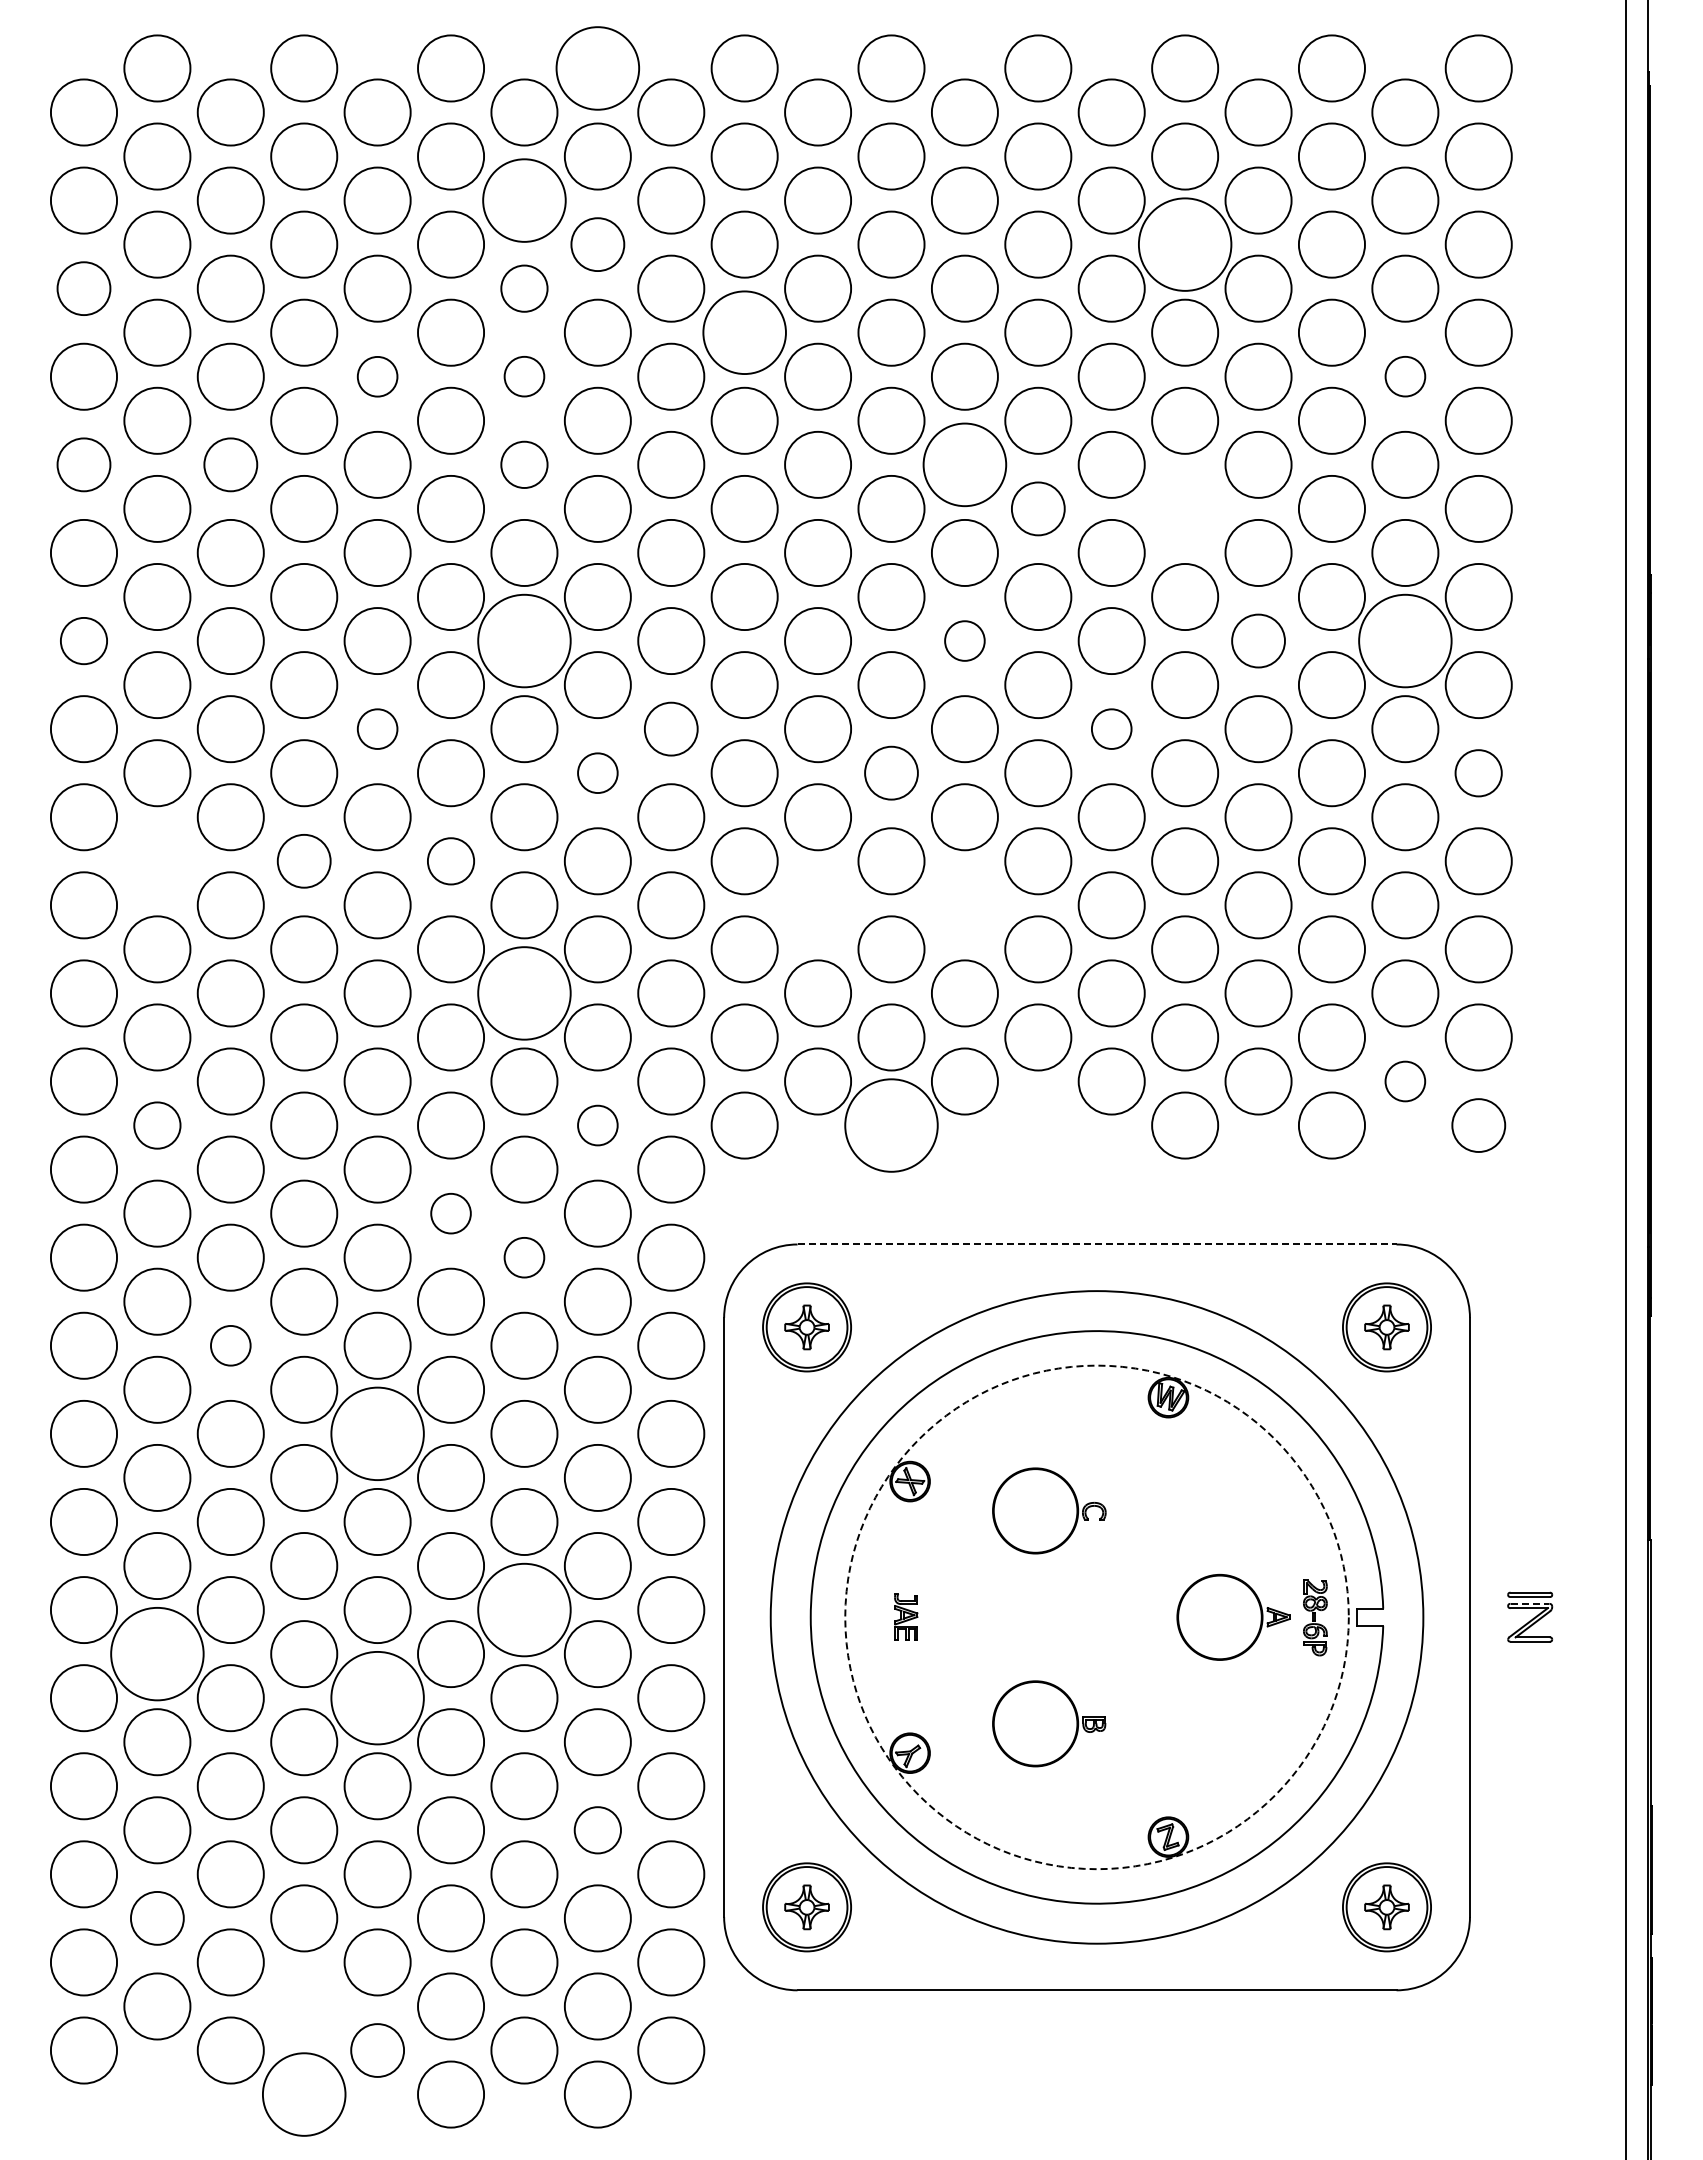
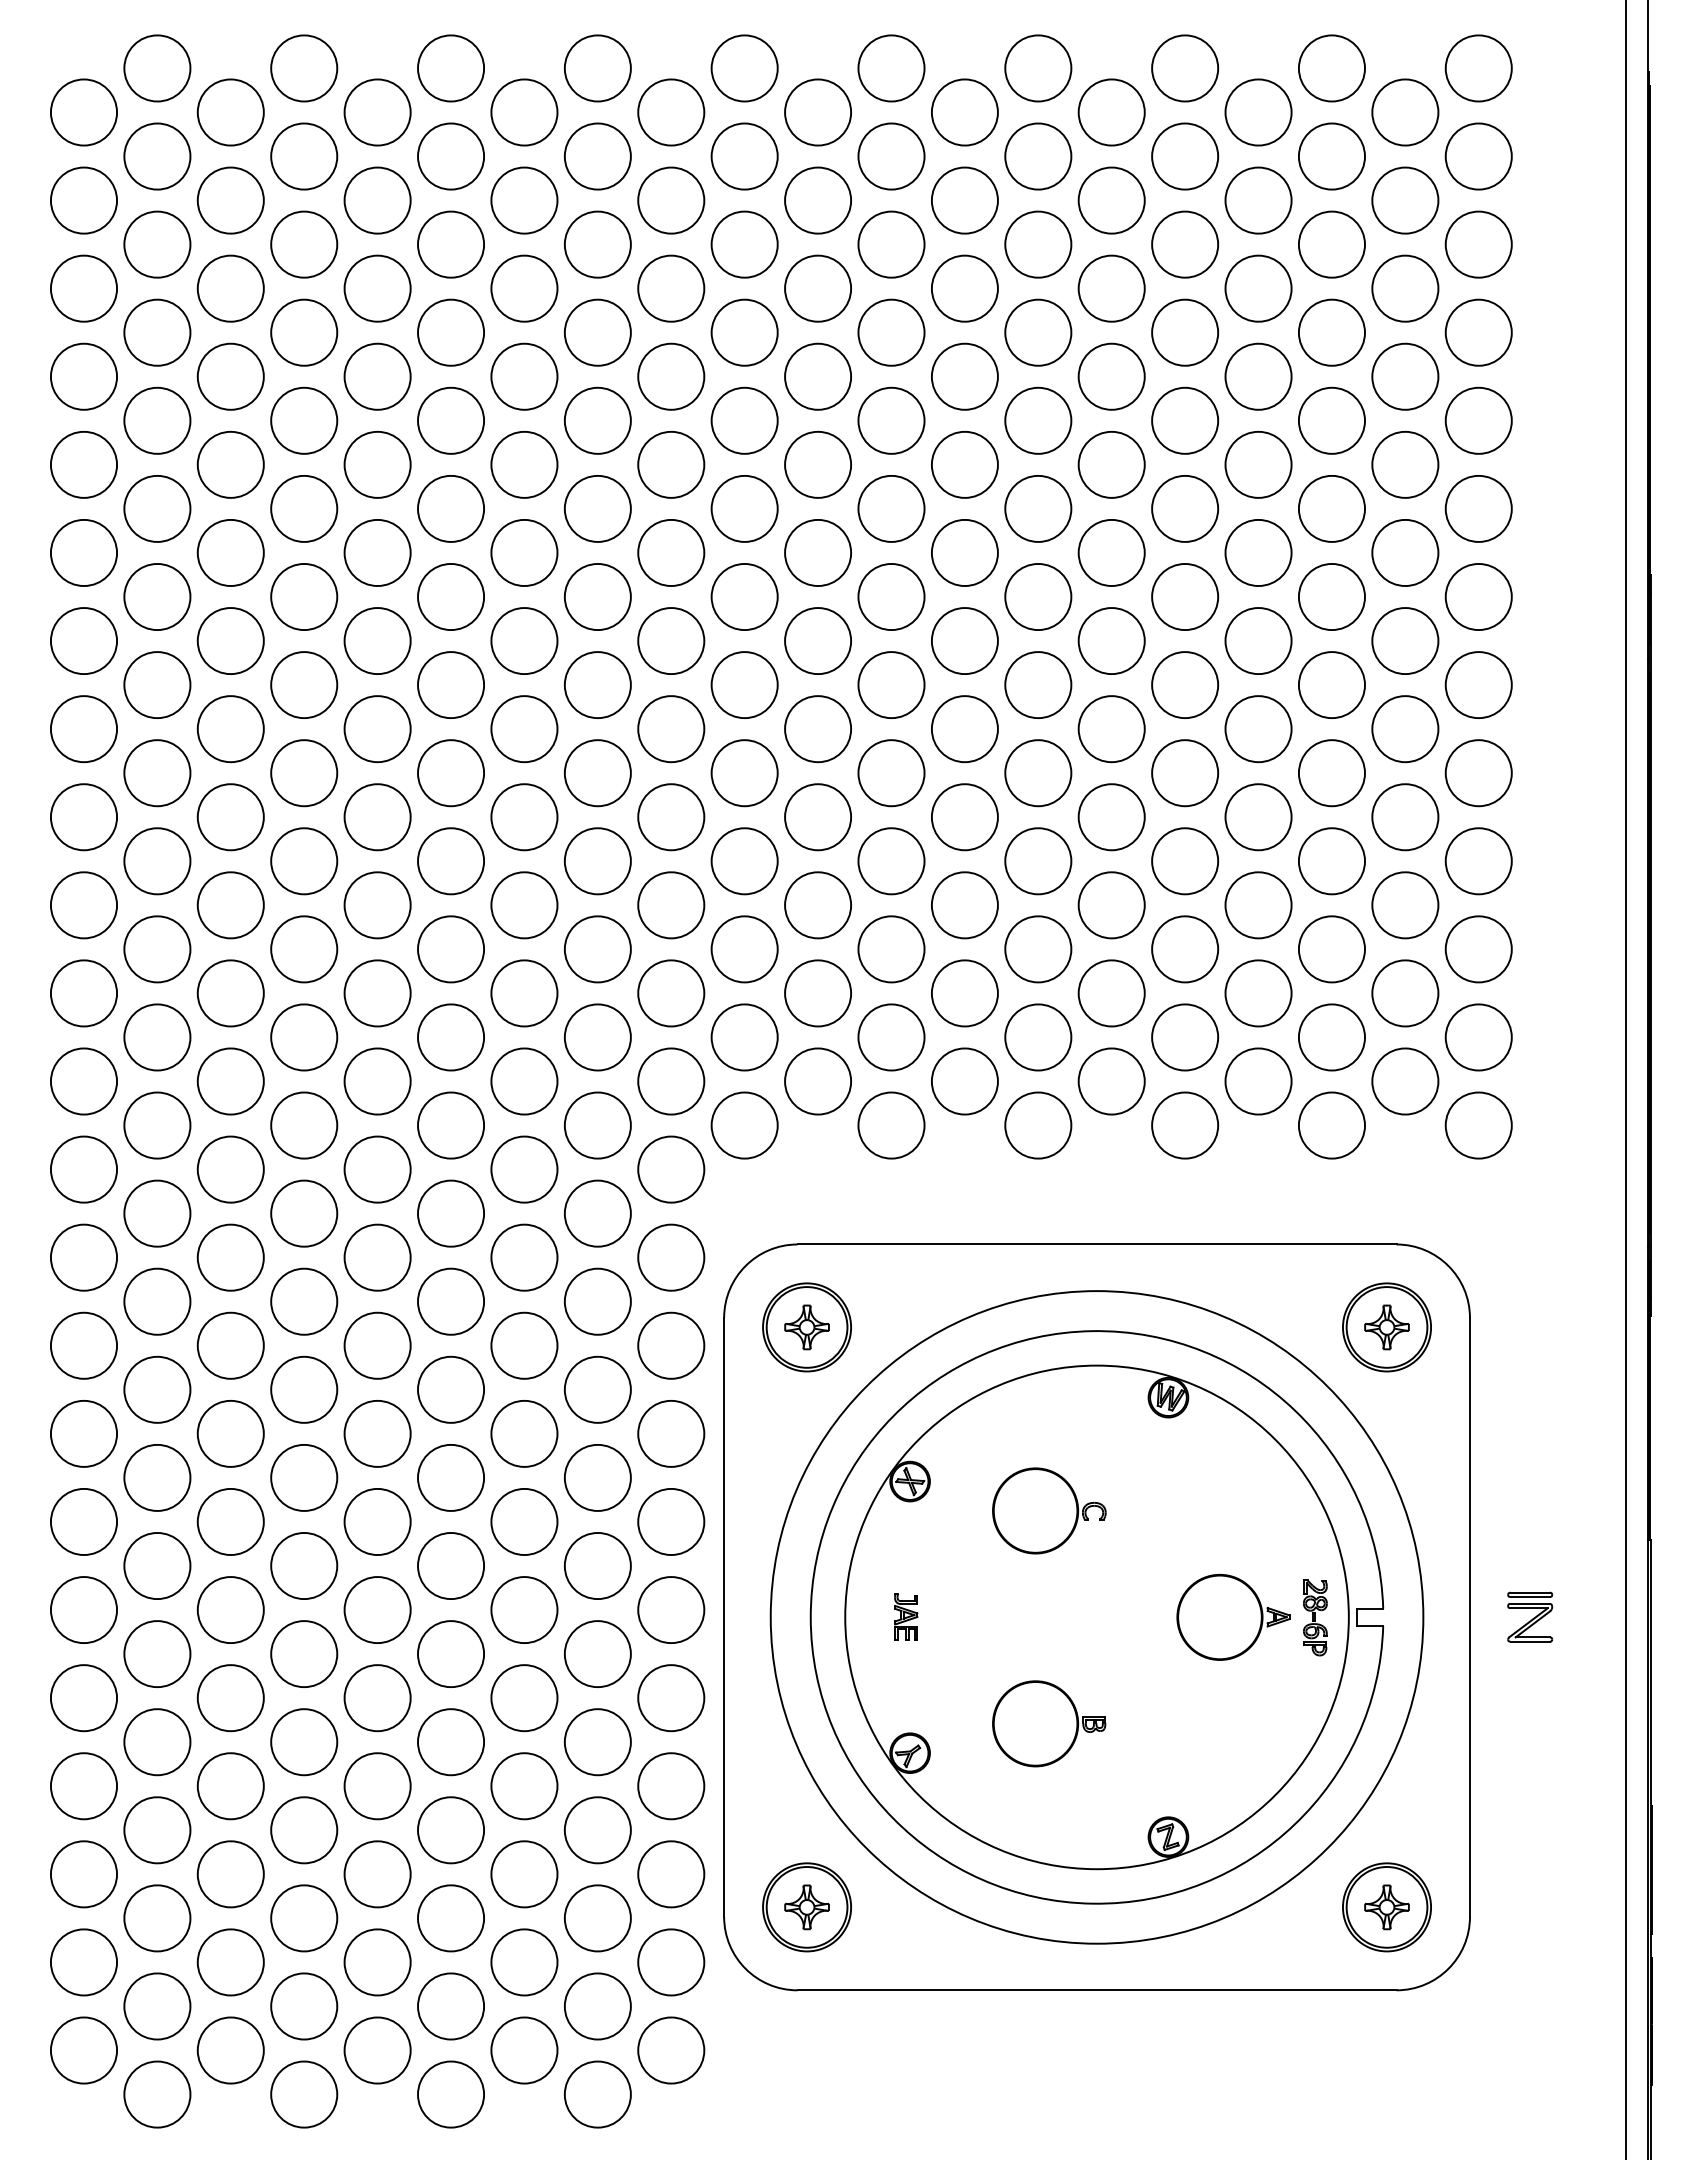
circle at (597, 68) diameter: 83 px -> 66 px
circle at (524, 200) diameter: 83 px -> 66 px
circle at (597, 244) diameter: 53 px -> 66 px
circle at (1184, 244) diameter: 92 px -> 66 px
circle at (83, 288) diameter: 53 px -> 66 px
circle at (524, 288) diameter: 46 px -> 66 px
circle at (744, 332) diameter: 83 px -> 66 px
circle at (377, 376) diameter: 40 px -> 66 px
circle at (524, 376) size: 43x42 px -> 69x69 px
circle at (1405, 376) size: 43x42 px -> 69x69 px
circle at (83, 464) diameter: 53 px -> 66 px
circle at (230, 464) diameter: 53 px -> 66 px
circle at (524, 464) diameter: 46 px -> 66 px
circle at (964, 464) diameter: 83 px -> 66 px
circle at (1037, 508) diameter: 53 px -> 66 px
circle at (1185, 508): none -> present
circle at (83, 640) diameter: 46 px -> 66 px
circle at (524, 640) diameter: 92 px -> 66 px
circle at (964, 640) diameter: 40 px -> 66 px
circle at (1258, 640) diameter: 53 px -> 66 px
circle at (1405, 640) diameter: 92 px -> 66 px
circle at (377, 728) diameter: 40 px -> 66 px
circle at (670, 728) diameter: 53 px -> 66 px
circle at (1111, 728) diameter: 40 px -> 66 px
circle at (891, 772) diameter: 53 px -> 66 px
circle at (597, 773) diameter: 40 px -> 66 px
circle at (1478, 773) size: 49x49 px -> 69x69 px
circle at (303, 860) diameter: 53 px -> 66 px
circle at (157, 861): none -> present
circle at (450, 861) size: 48x49 px -> 68x69 px
circle at (817, 905): none -> present
circle at (964, 905): none -> present
circle at (524, 993) diameter: 92 px -> 66 px
circle at (1405, 1081) diameter: 40 px -> 66 px
circle at (157, 1125) diameter: 46 px -> 66 px
circle at (597, 1125) diameter: 40 px -> 66 px
circle at (891, 1125) diameter: 92 px -> 66 px
circle at (1038, 1125): none -> present
circle at (1478, 1125) diameter: 53 px -> 66 px
circle at (450, 1213) diameter: 40 px -> 66 px
line at (1097, 1244): dashed -> solid
circle at (524, 1257) diameter: 40 px -> 66 px
circle at (230, 1345) diameter: 40 px -> 66 px
circle at (377, 1433) diameter: 92 px -> 66 px
line at (1530, 1603): dashed -> solid
circle at (524, 1609) diameter: 92 px -> 66 px
circle at (1096, 1617): dashed -> solid
circle at (157, 1653) diameter: 92 px -> 66 px
circle at (377, 1697) diameter: 92 px -> 66 px
circle at (597, 1830) diameter: 46 px -> 66 px
circle at (156, 1917) diameter: 53 px -> 66 px
circle at (304, 2006): none -> present
circle at (377, 2050) diameter: 53 px -> 66 px
circle at (157, 2094): none -> present
circle at (303, 2094) diameter: 83 px -> 66 px
